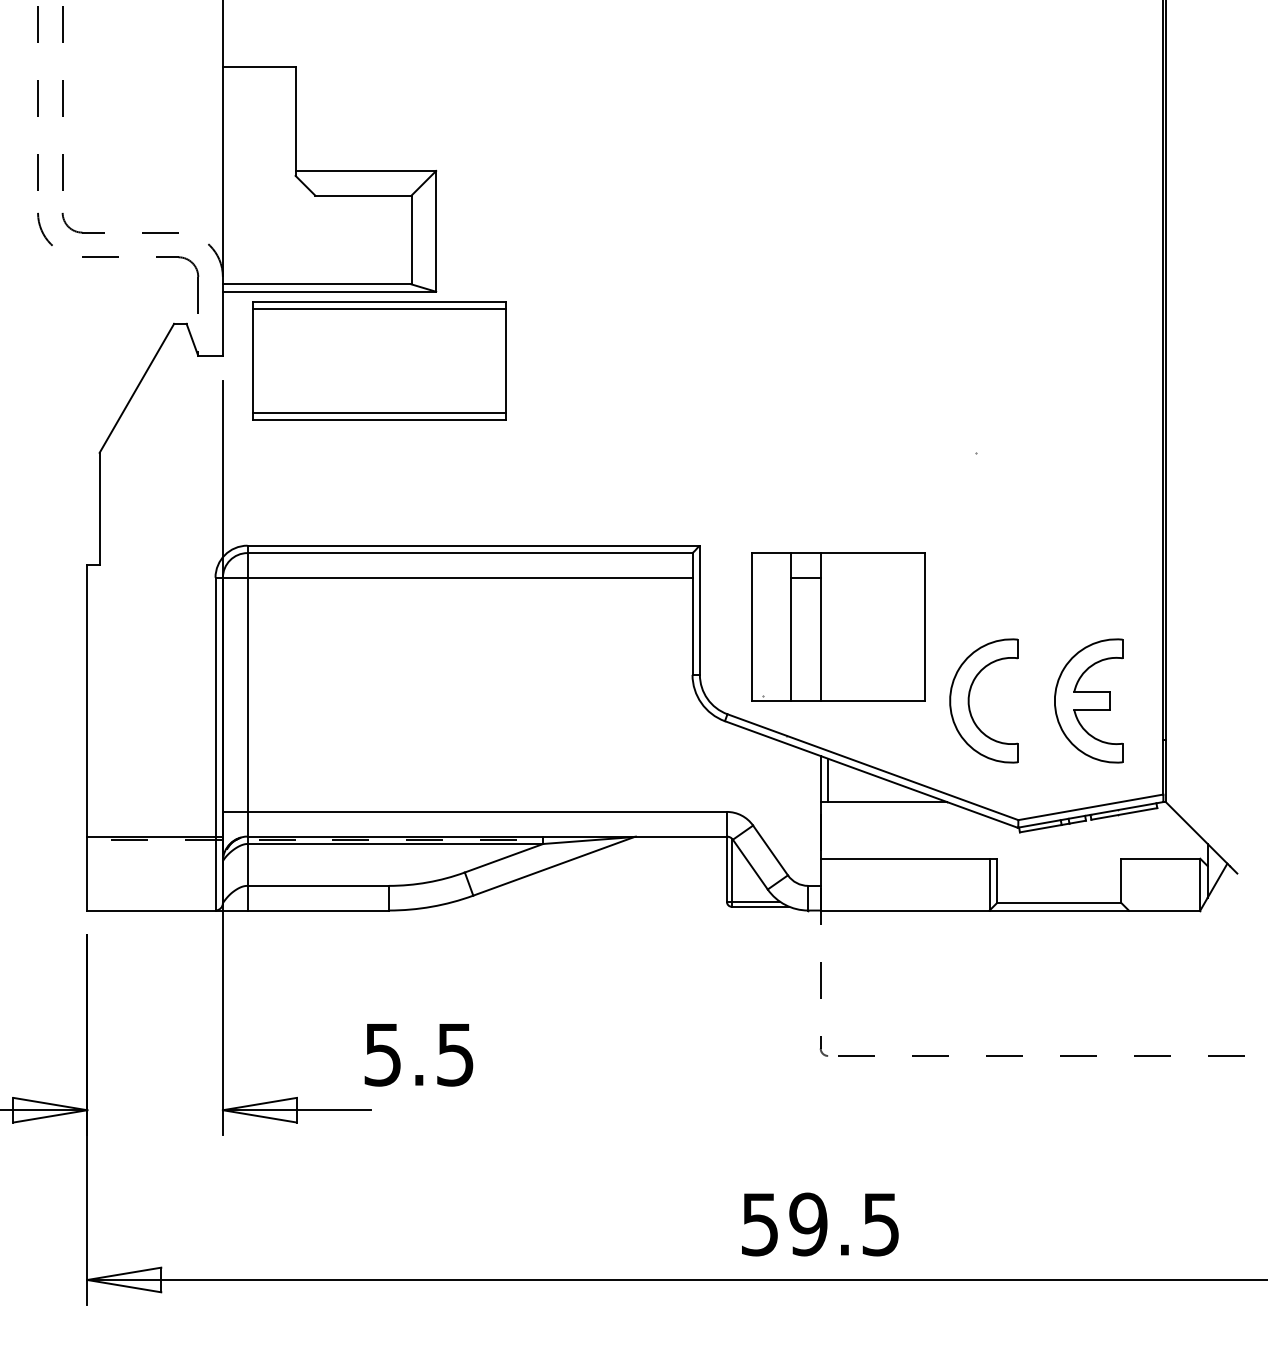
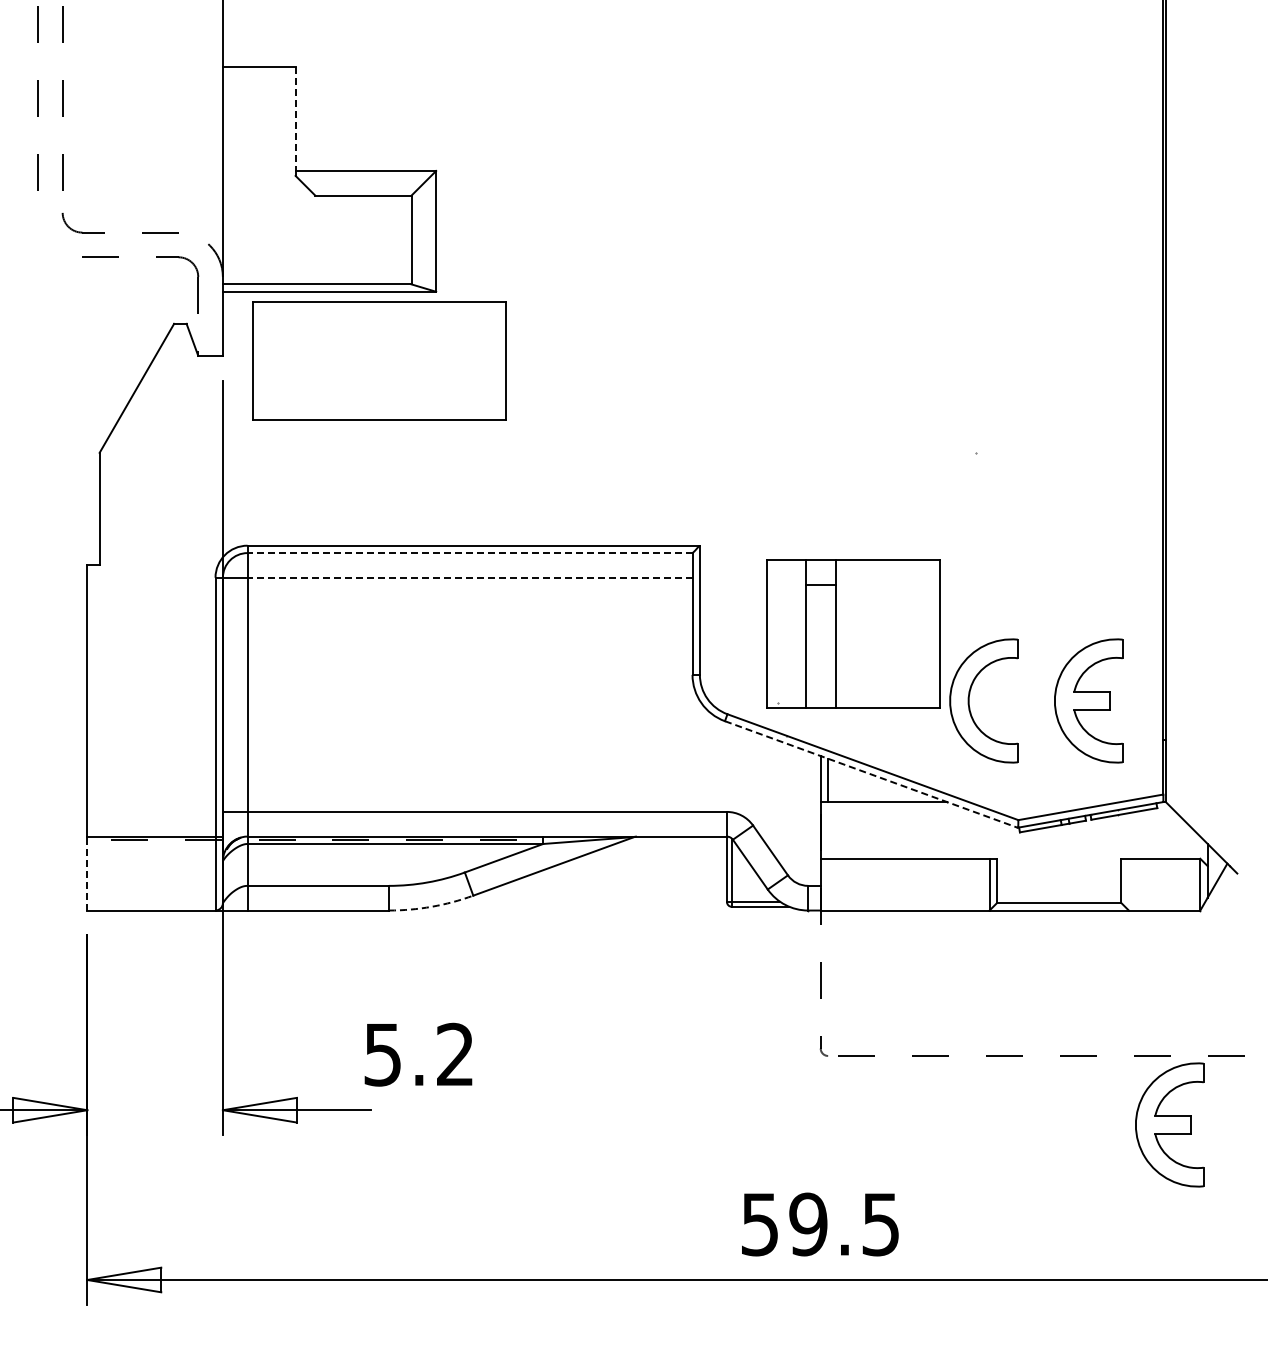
line at (295, 119): solid -> dashed
arc at (42, 229): present -> none
line at (379, 309): present -> none
line at (379, 412): present -> none
line at (469, 553): solid -> dashed
line at (469, 577): solid -> dashed
part at (838, 626) position: (838, 626) -> (853, 633)
line at (871, 774): solid -> dashed
line at (87, 873): solid -> dashed
arc at (431, 906): solid -> dashed
text at (455, 1054): 5.5 -> 5.2
part at (1169, 1124): none -> present
